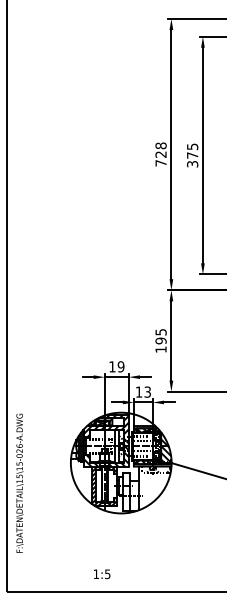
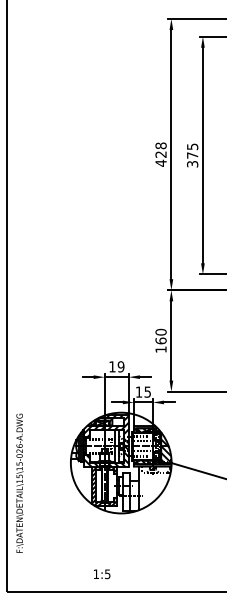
text at (160, 162): 728 -> 428
text at (160, 336): 195 -> 160
text at (147, 391): 13 -> 15
